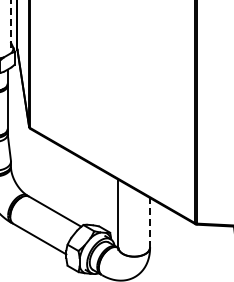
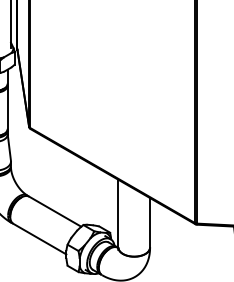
line at (11, 24): dashed -> solid
line at (150, 222): dashed -> solid
